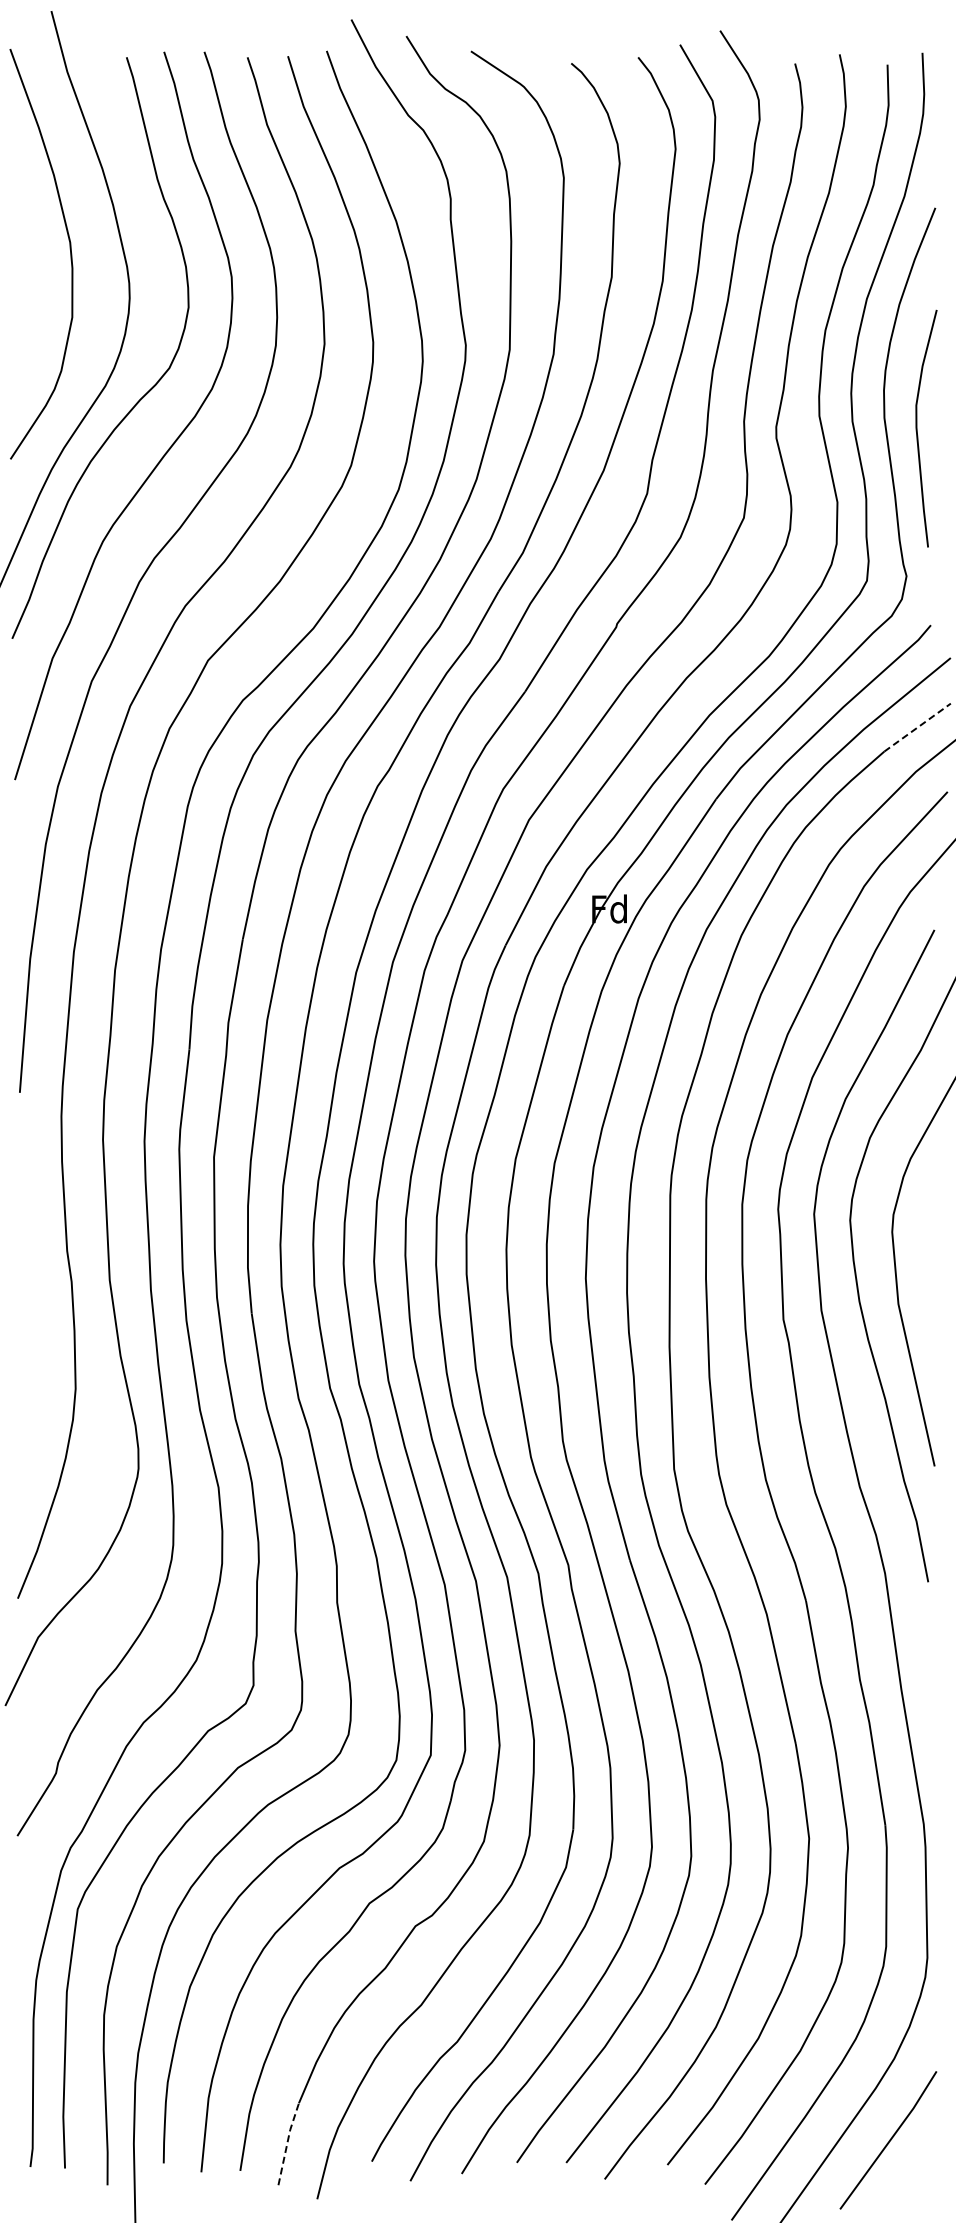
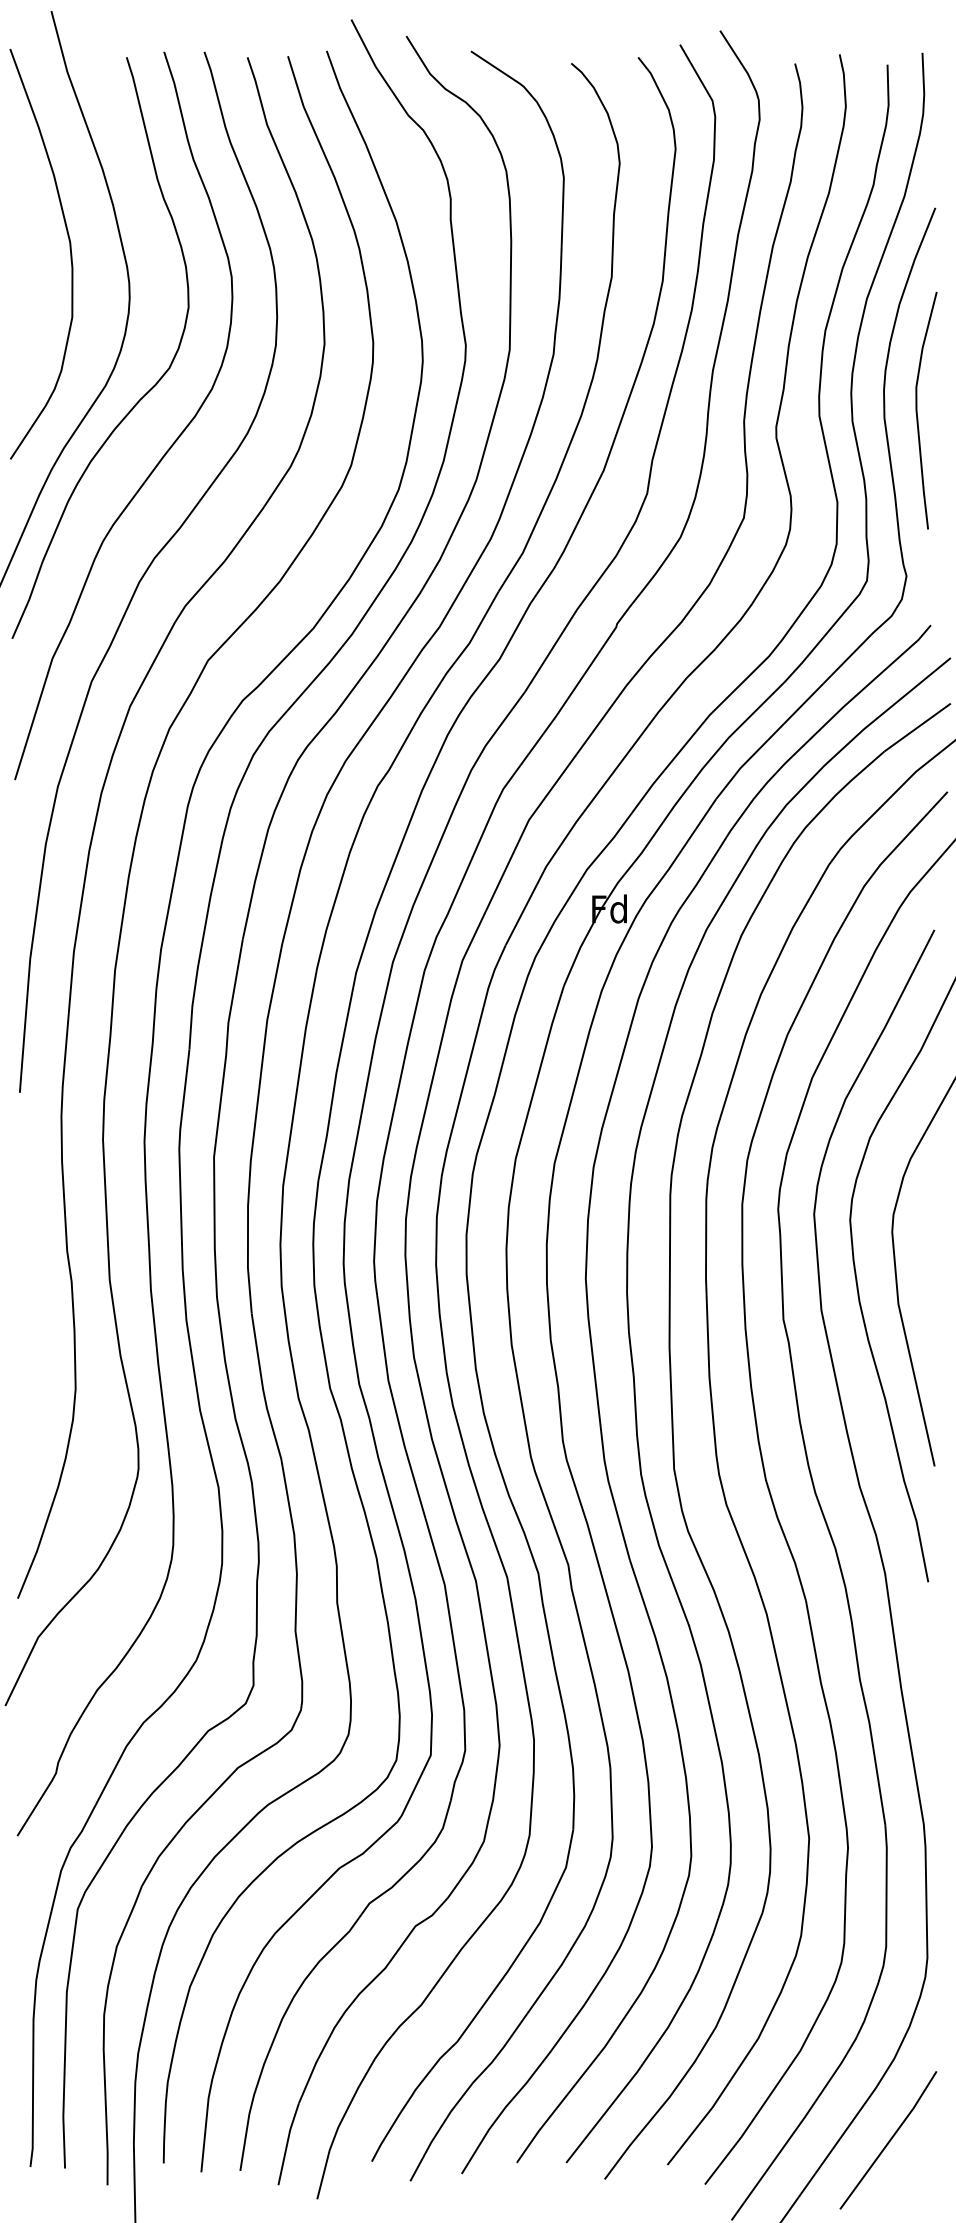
curve at (917, 428) position: (917, 428) -> (917, 410)
line at (917, 727): dashed -> solid
line at (287, 2142): dashed -> solid
